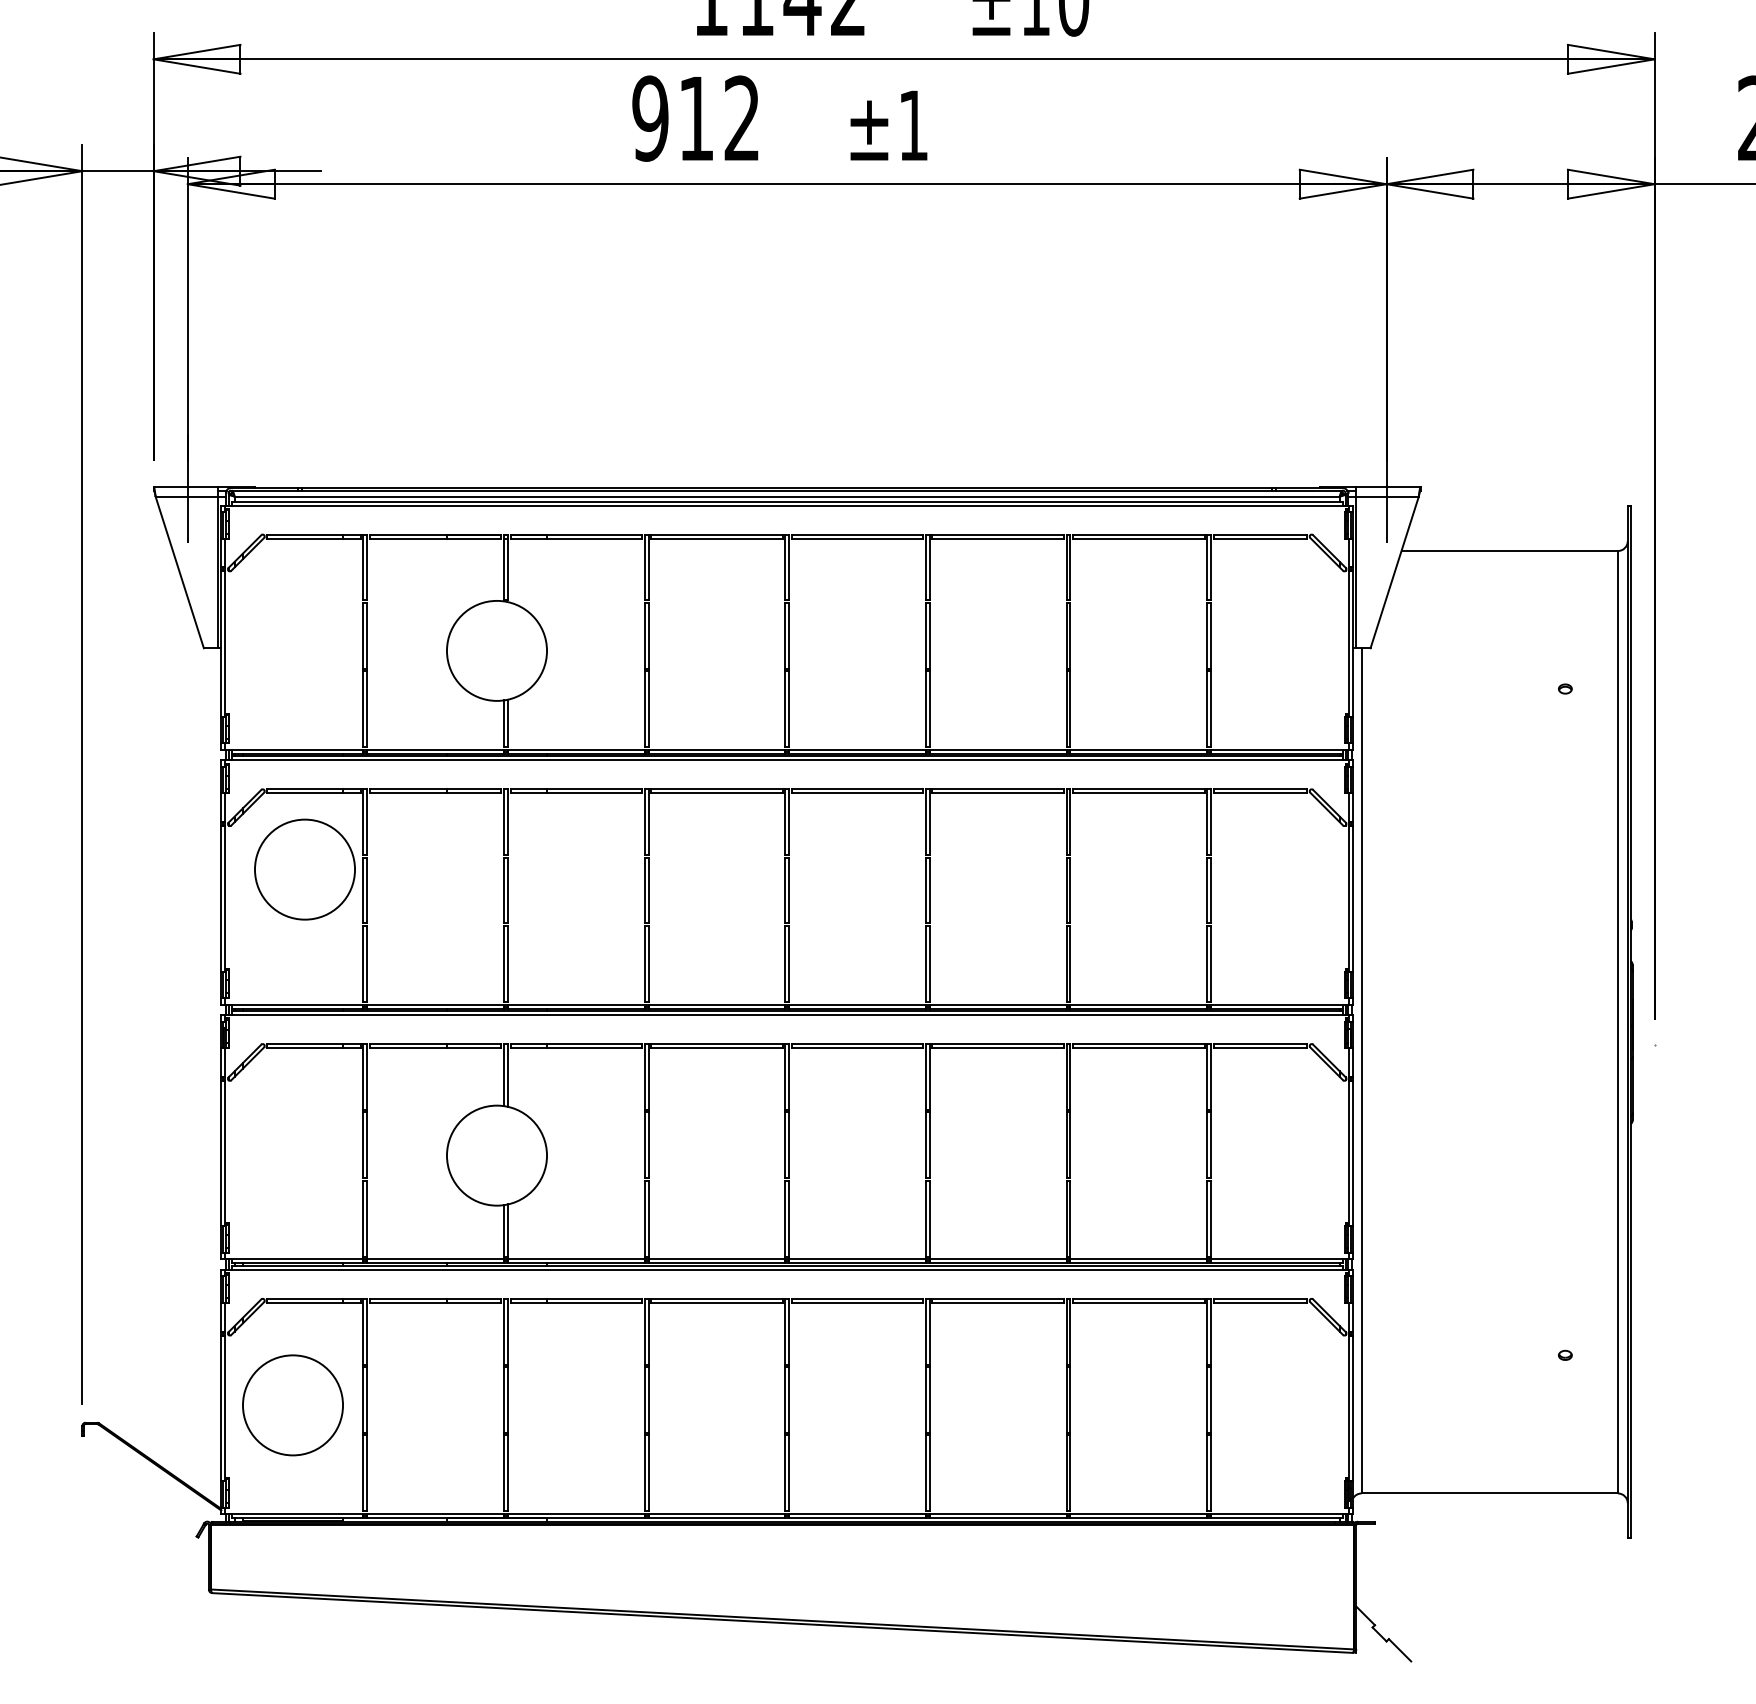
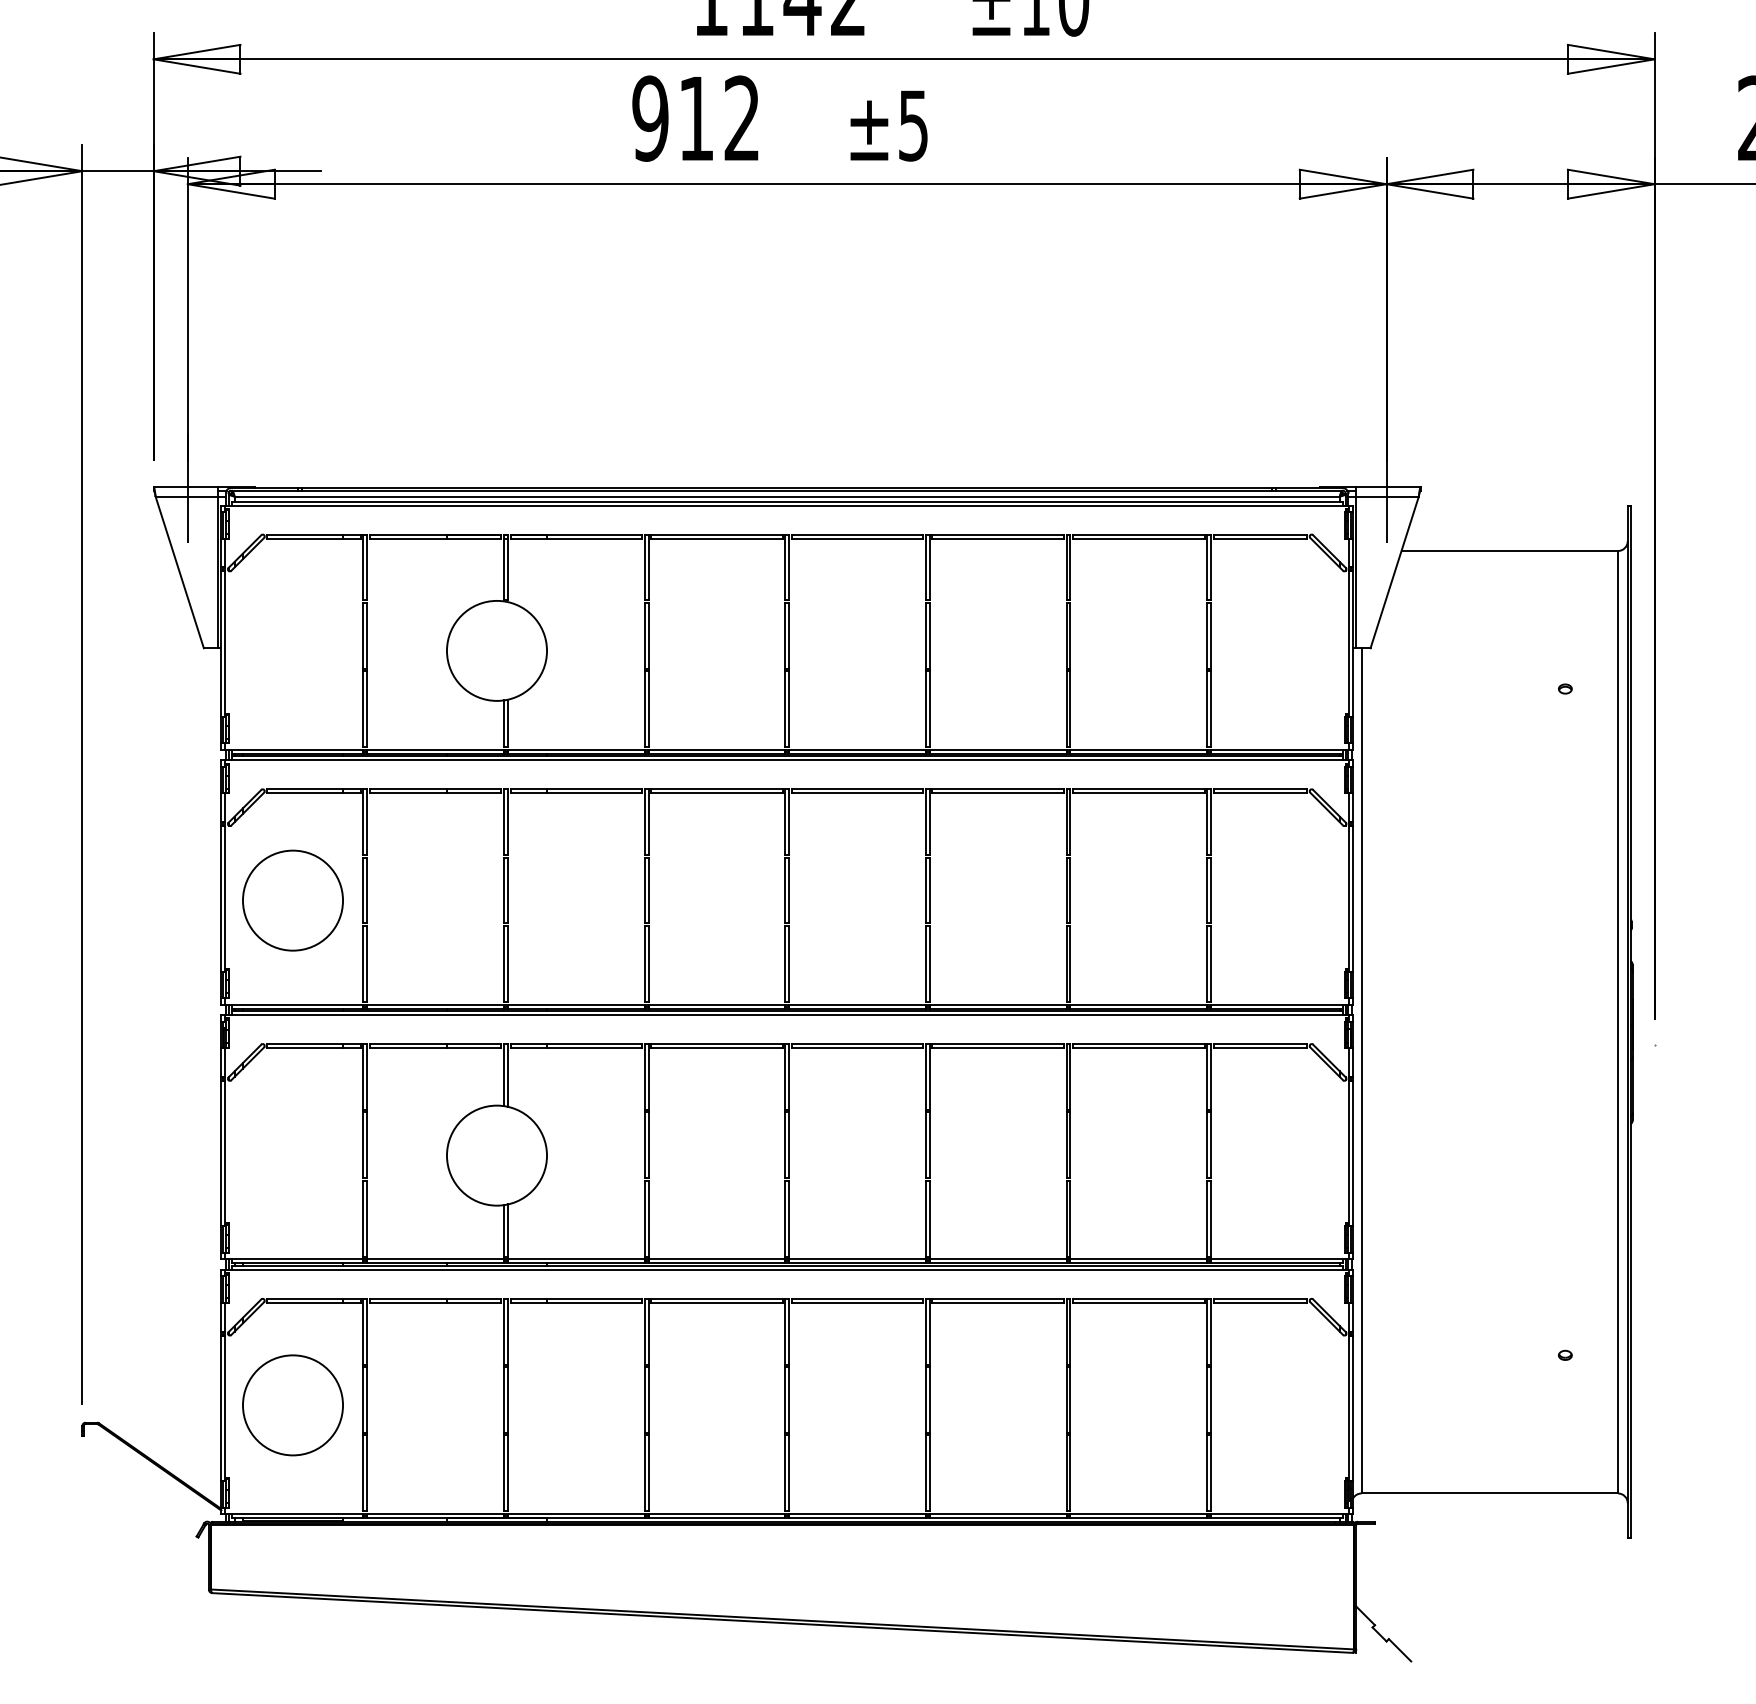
text at (913, 125): ±1 -> ±5
circle at (304, 869) position: (304, 869) -> (292, 900)
